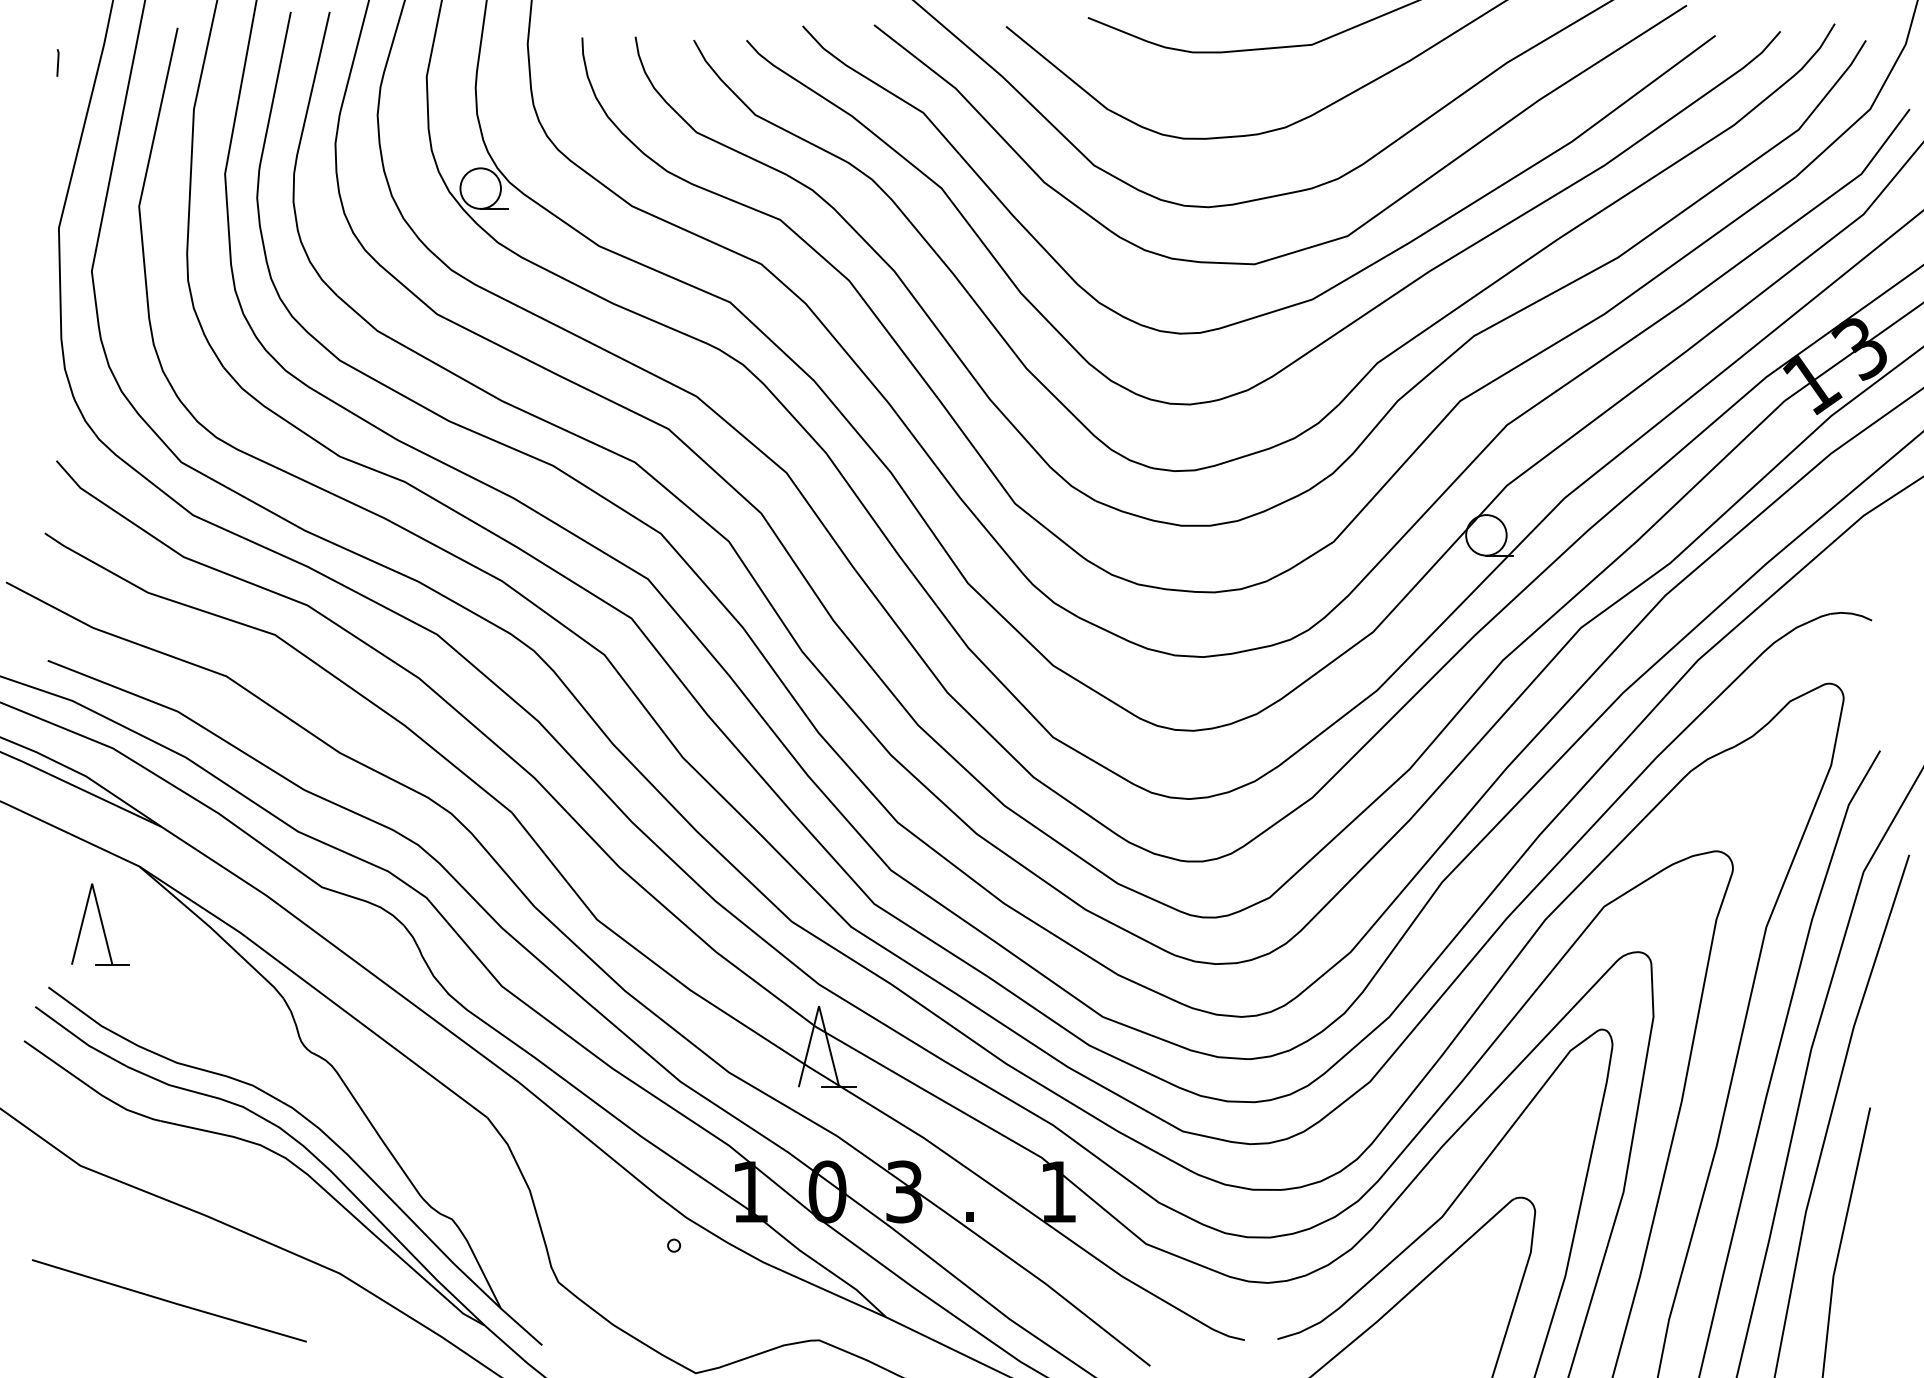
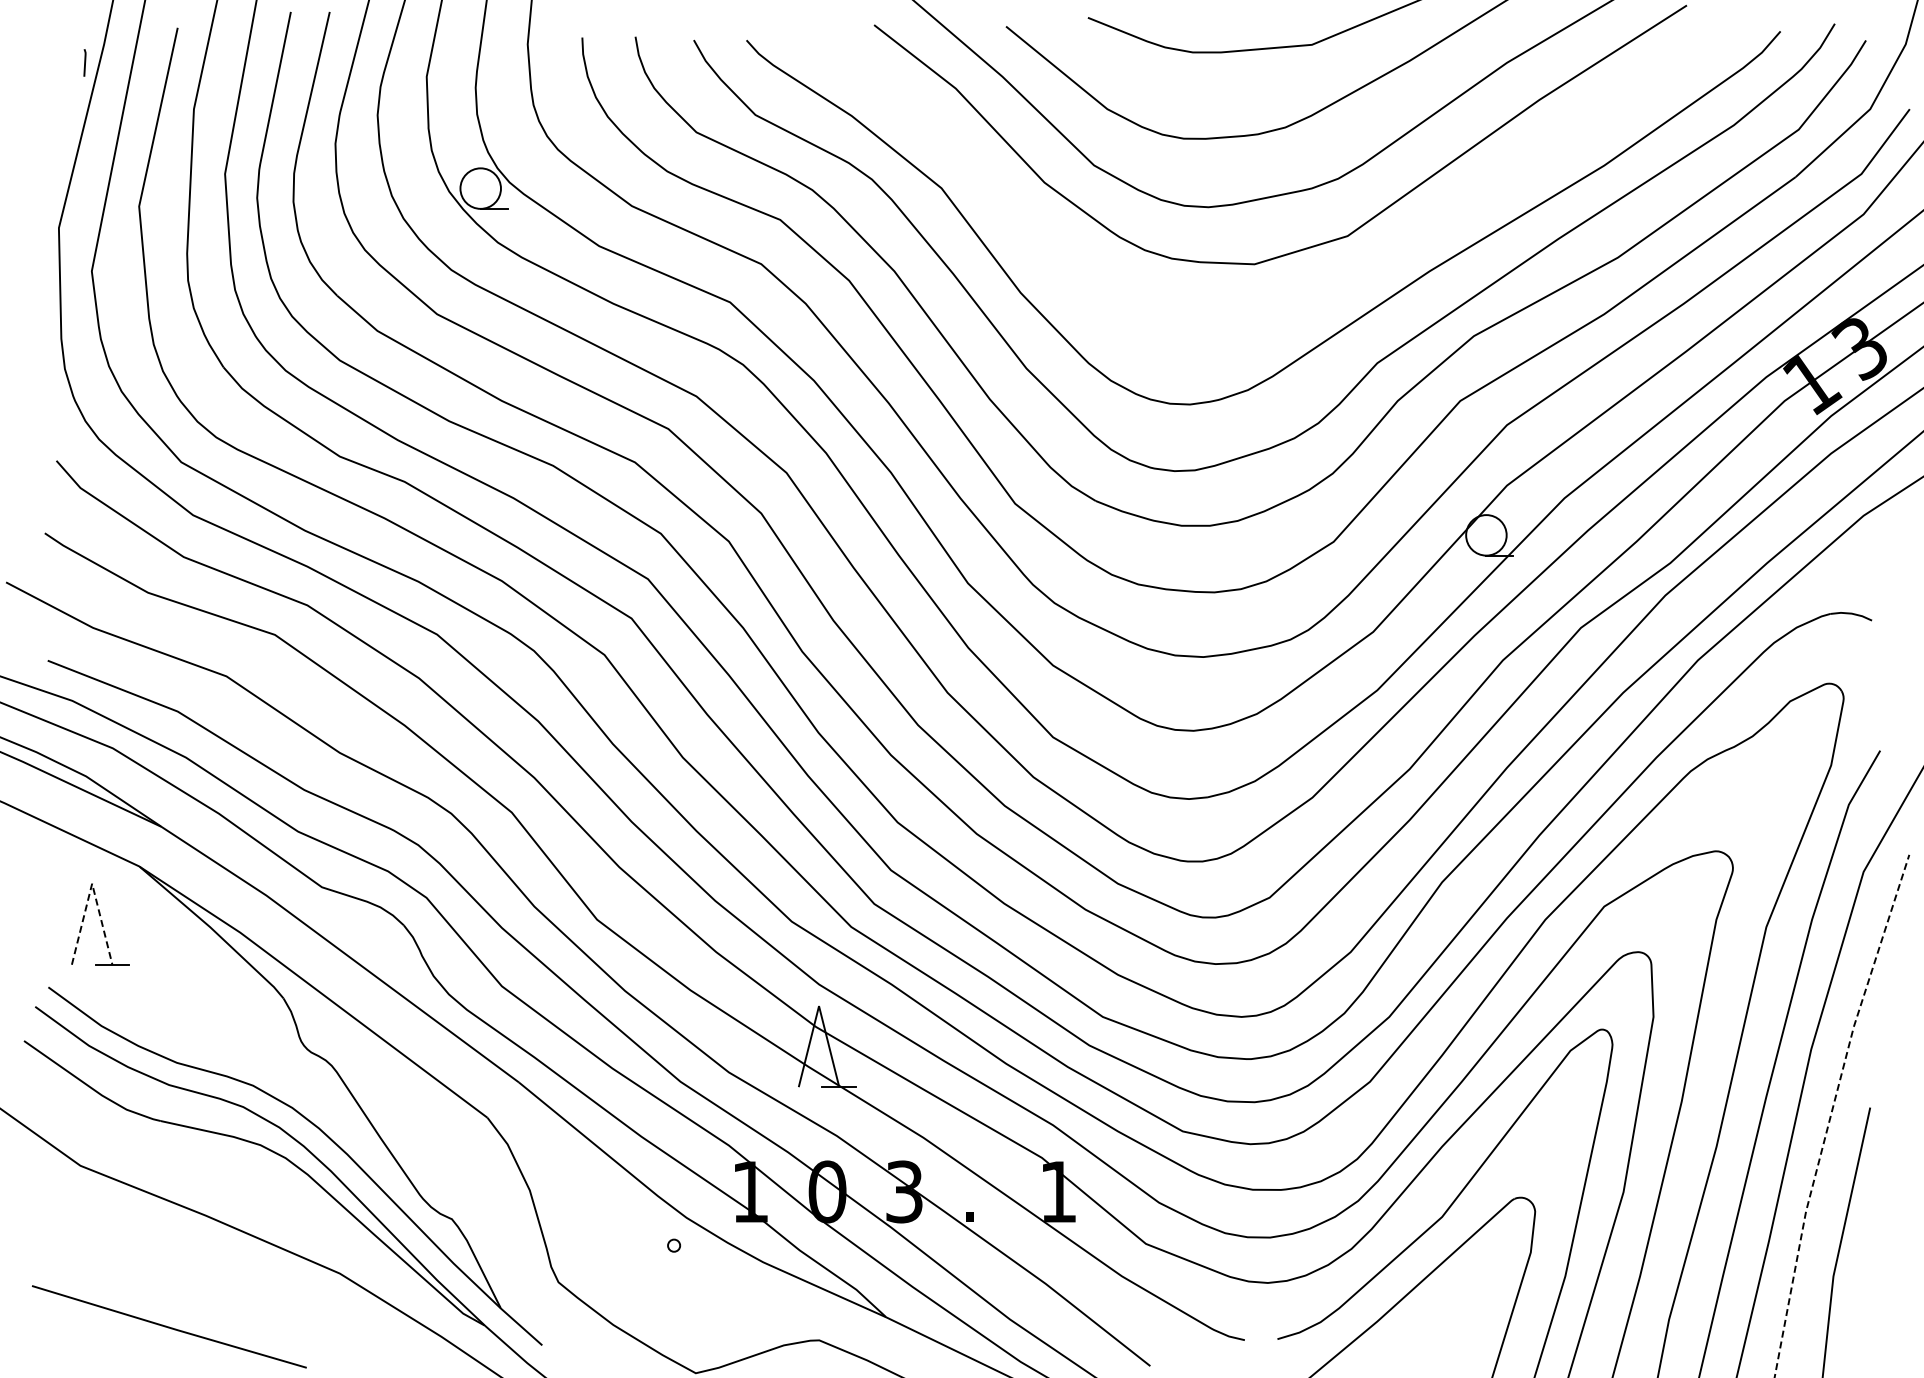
line at (57, 62) position: (57, 62) -> (84, 62)
curve at (1298, 302): present -> none
line at (92, 883): solid -> dashed
line at (1831, 1113): solid -> dashed
line at (169, 1300) position: (169, 1300) -> (169, 1326)
